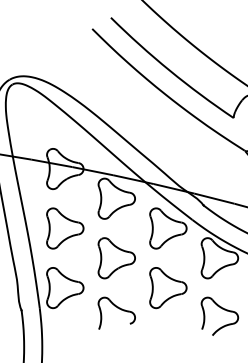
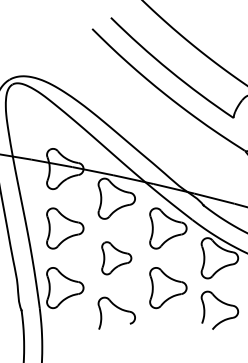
part at (116, 258) size: 39x43 px -> 32x35 px
part at (222, 309) position: (222, 309) -> (222, 303)
